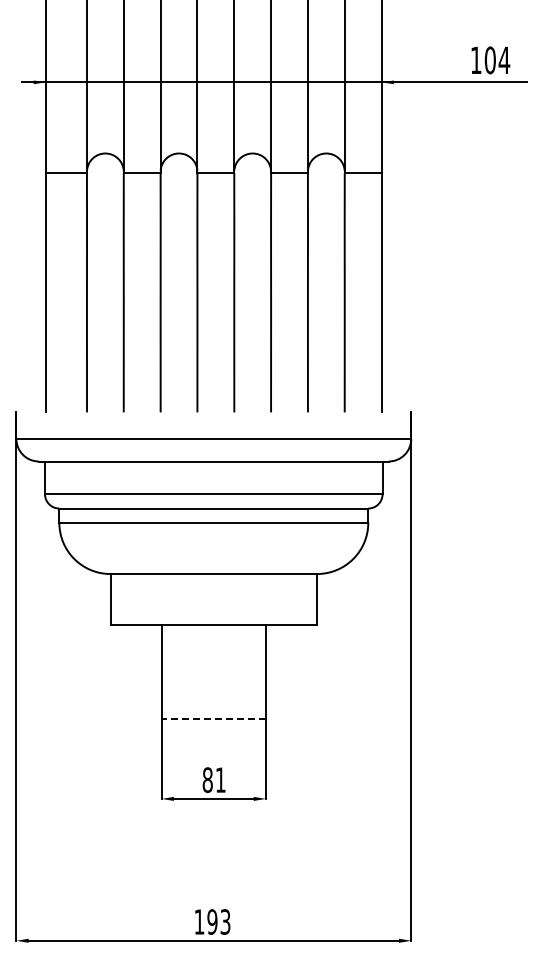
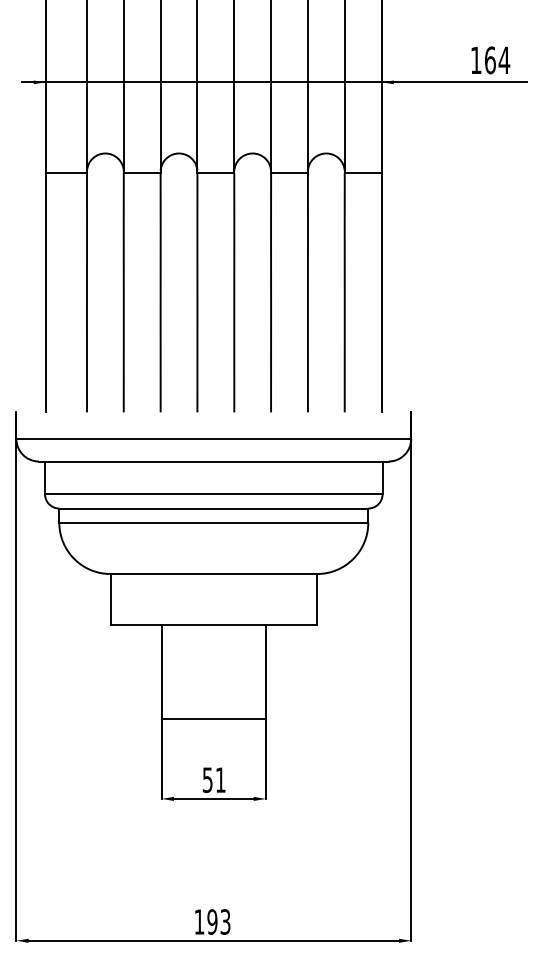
text at (489, 60): 104 -> 164
line at (213, 719): dashed -> solid
text at (207, 780): 81 -> 51
